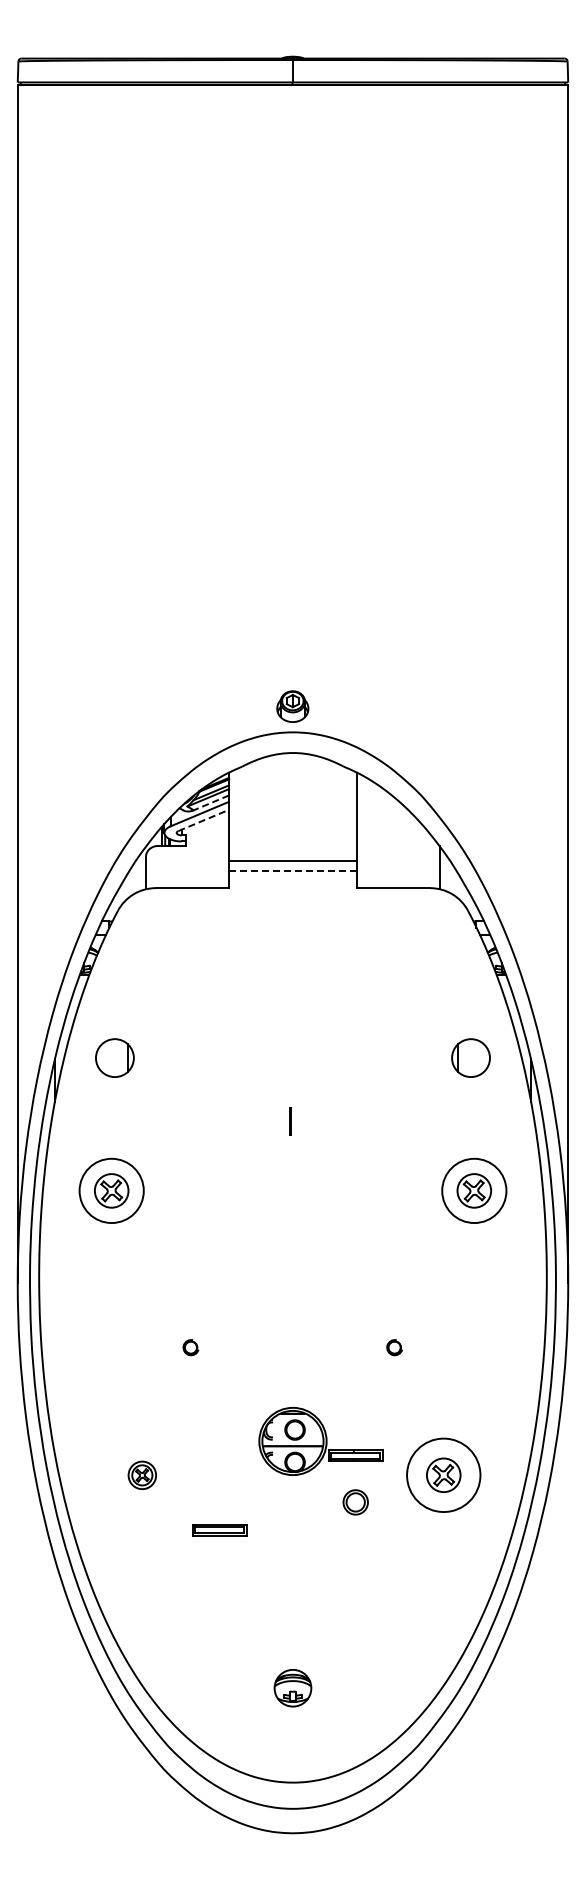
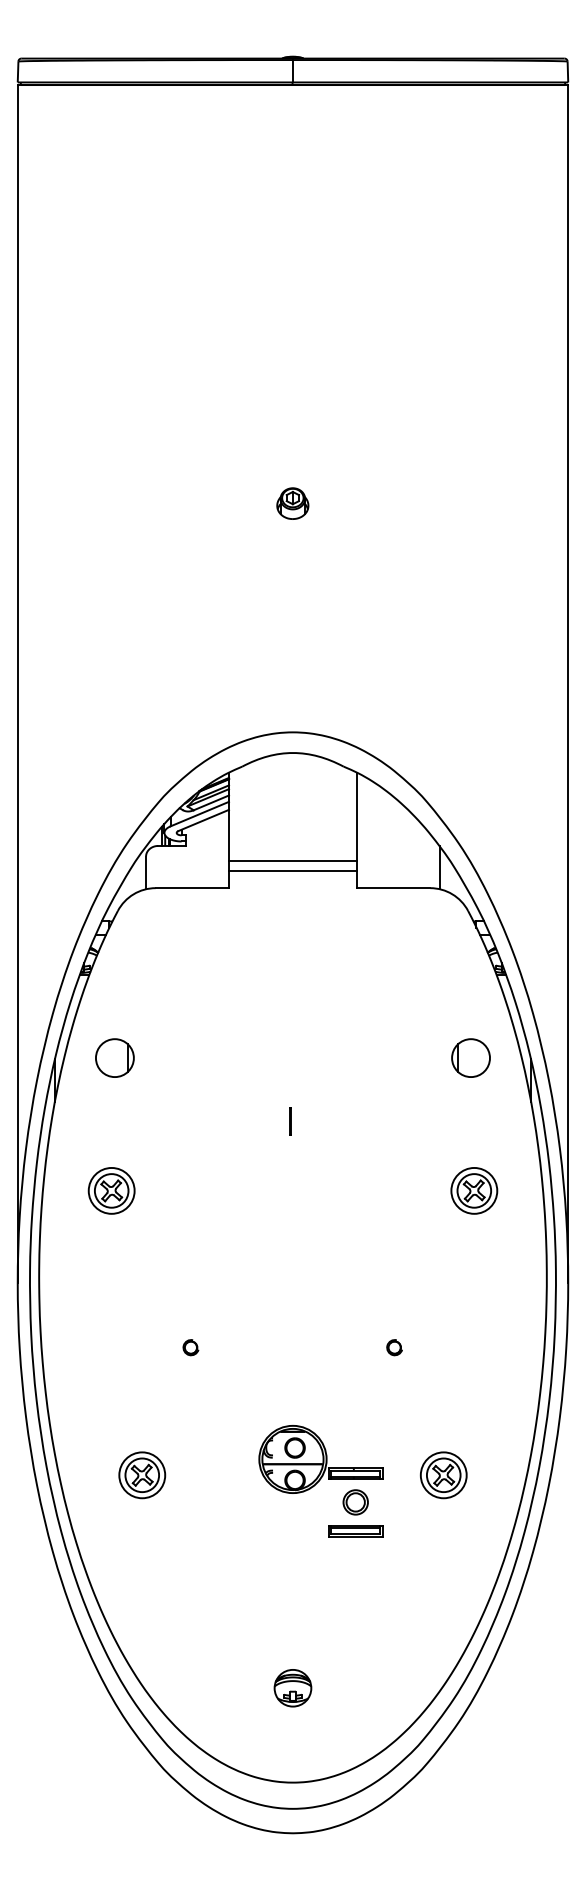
part at (292, 706) position: (292, 706) -> (292, 503)
line at (210, 803): dashed -> solid
line at (204, 820): dashed -> solid
line at (292, 870): dashed -> solid
circle at (111, 1190) diameter: 64 px -> 46 px
circle at (474, 1190) diameter: 64 px -> 46 px
part at (320, 1441) position: (320, 1441) -> (320, 1459)
part at (141, 1474) size: 30x30 px -> 49x49 px
circle at (443, 1475) diameter: 73 px -> 46 px
part at (219, 1530) position: (219, 1530) -> (355, 1531)
